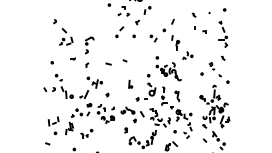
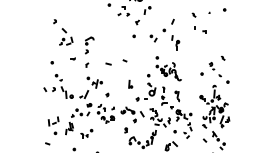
part at (119, 31): present -> none
part at (223, 33): present -> none
part at (187, 55): present -> none
